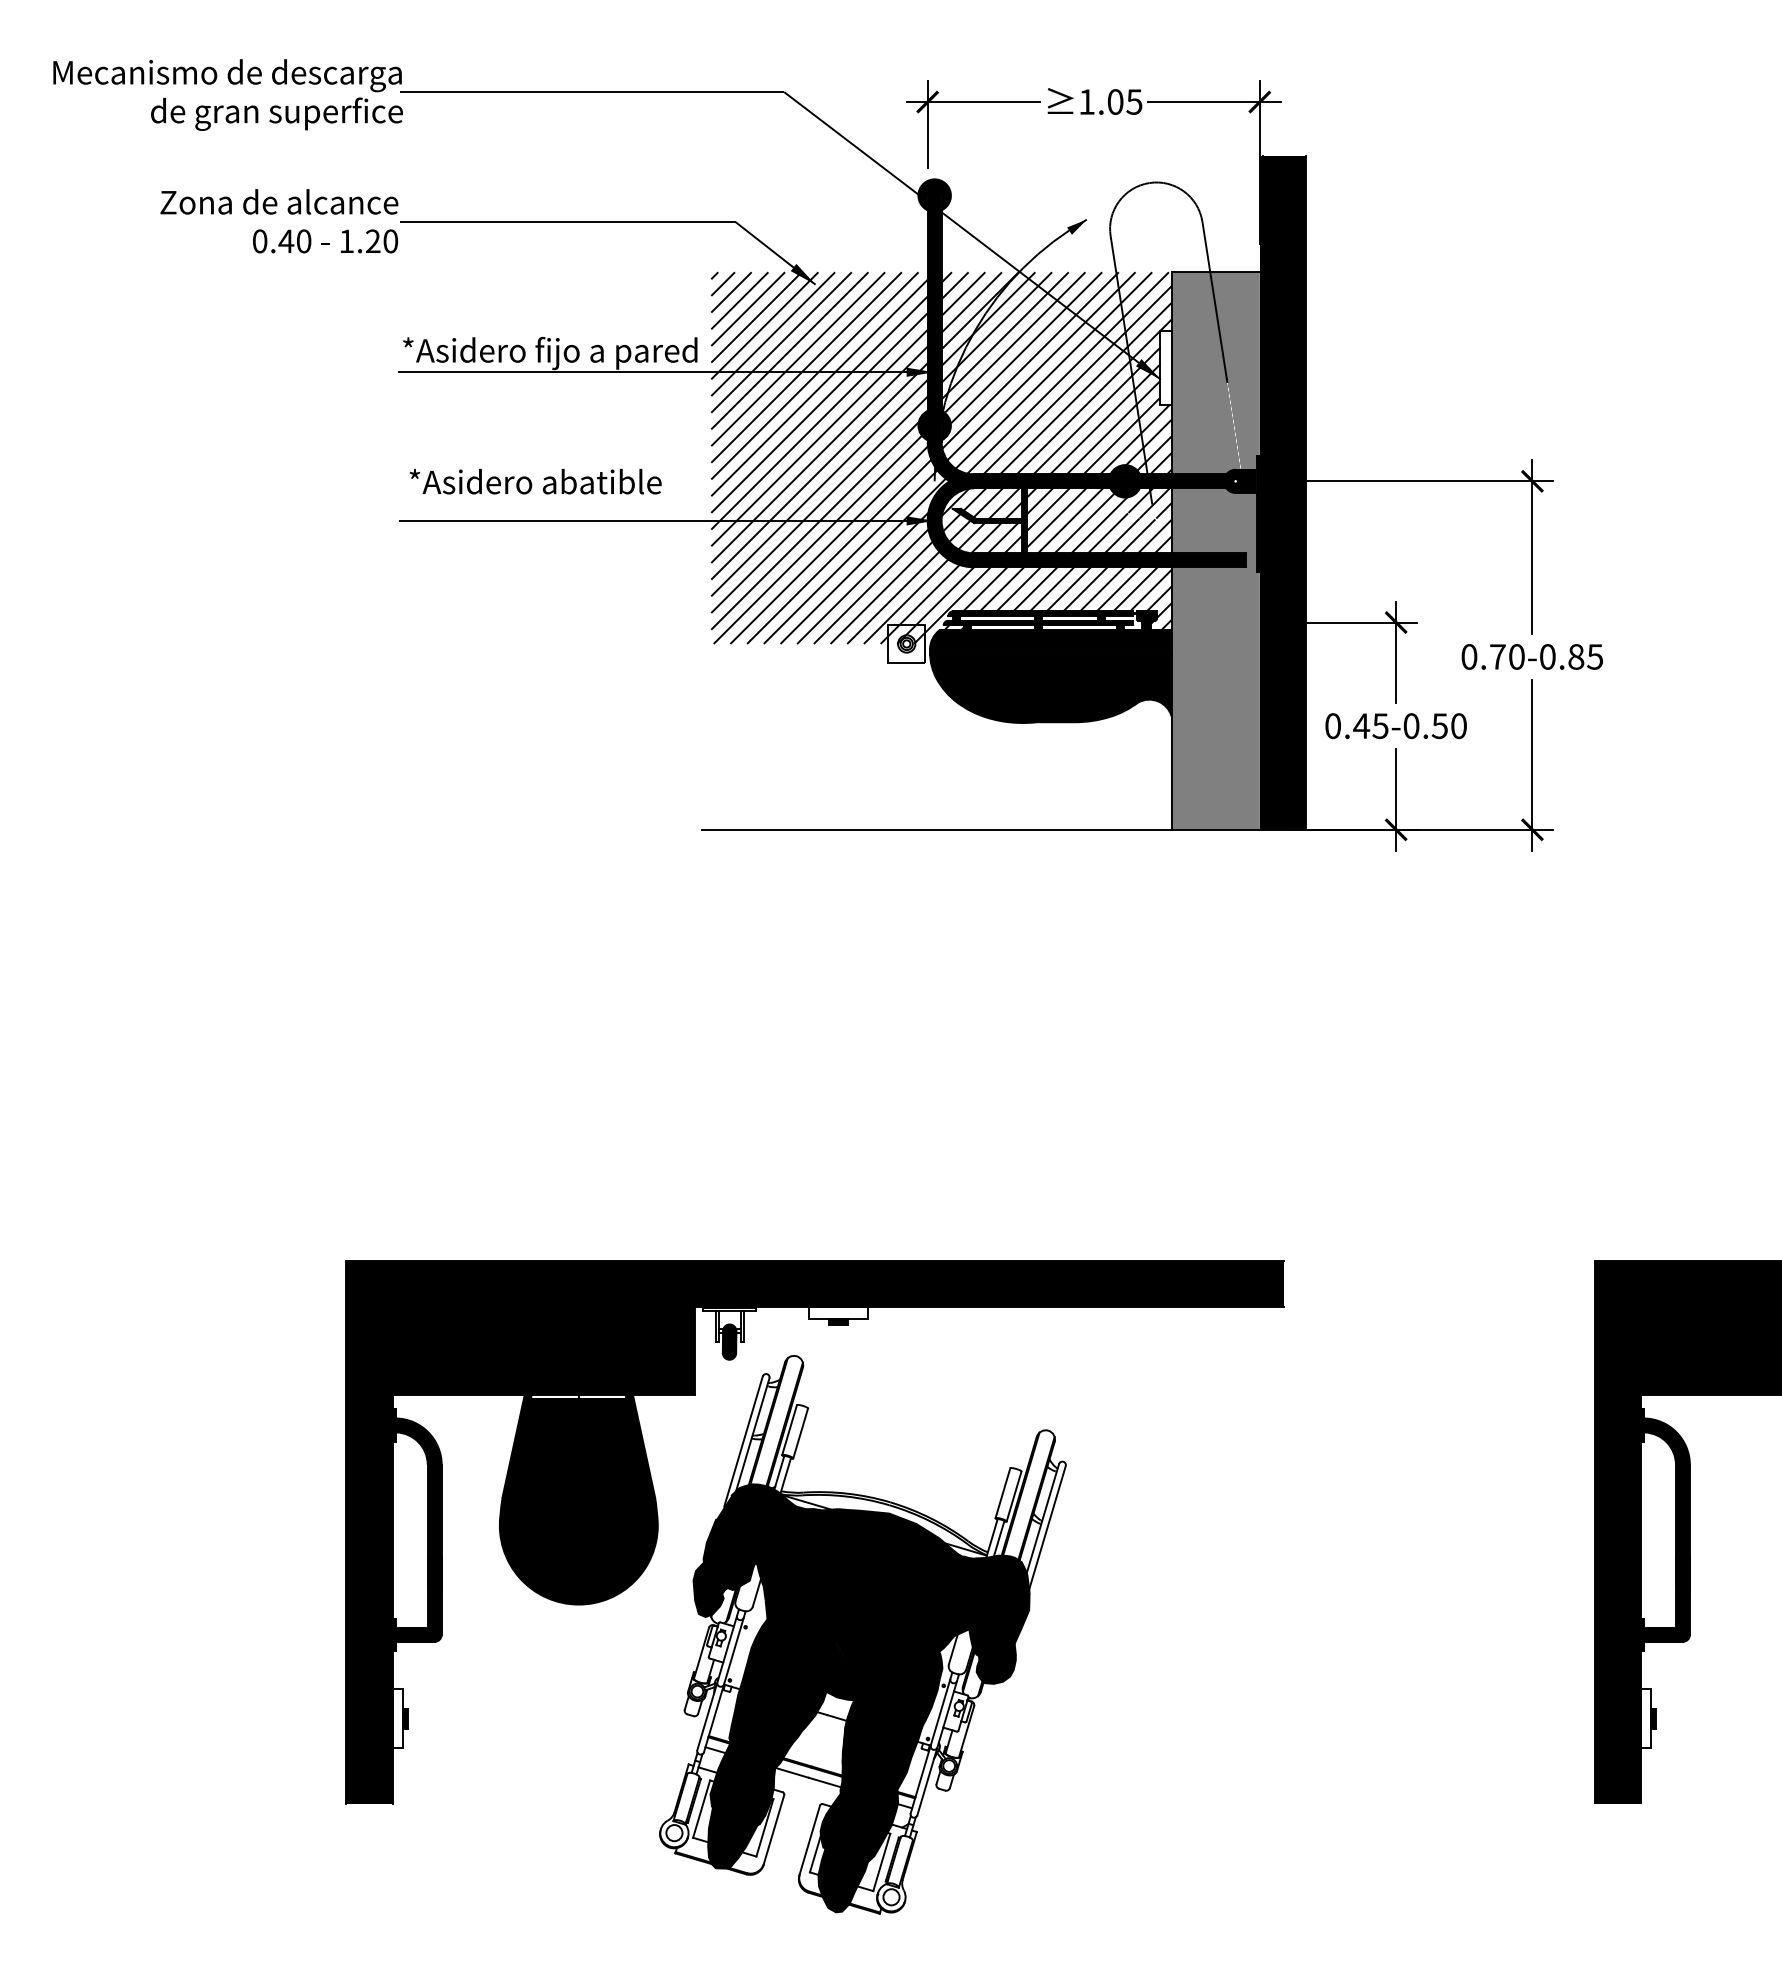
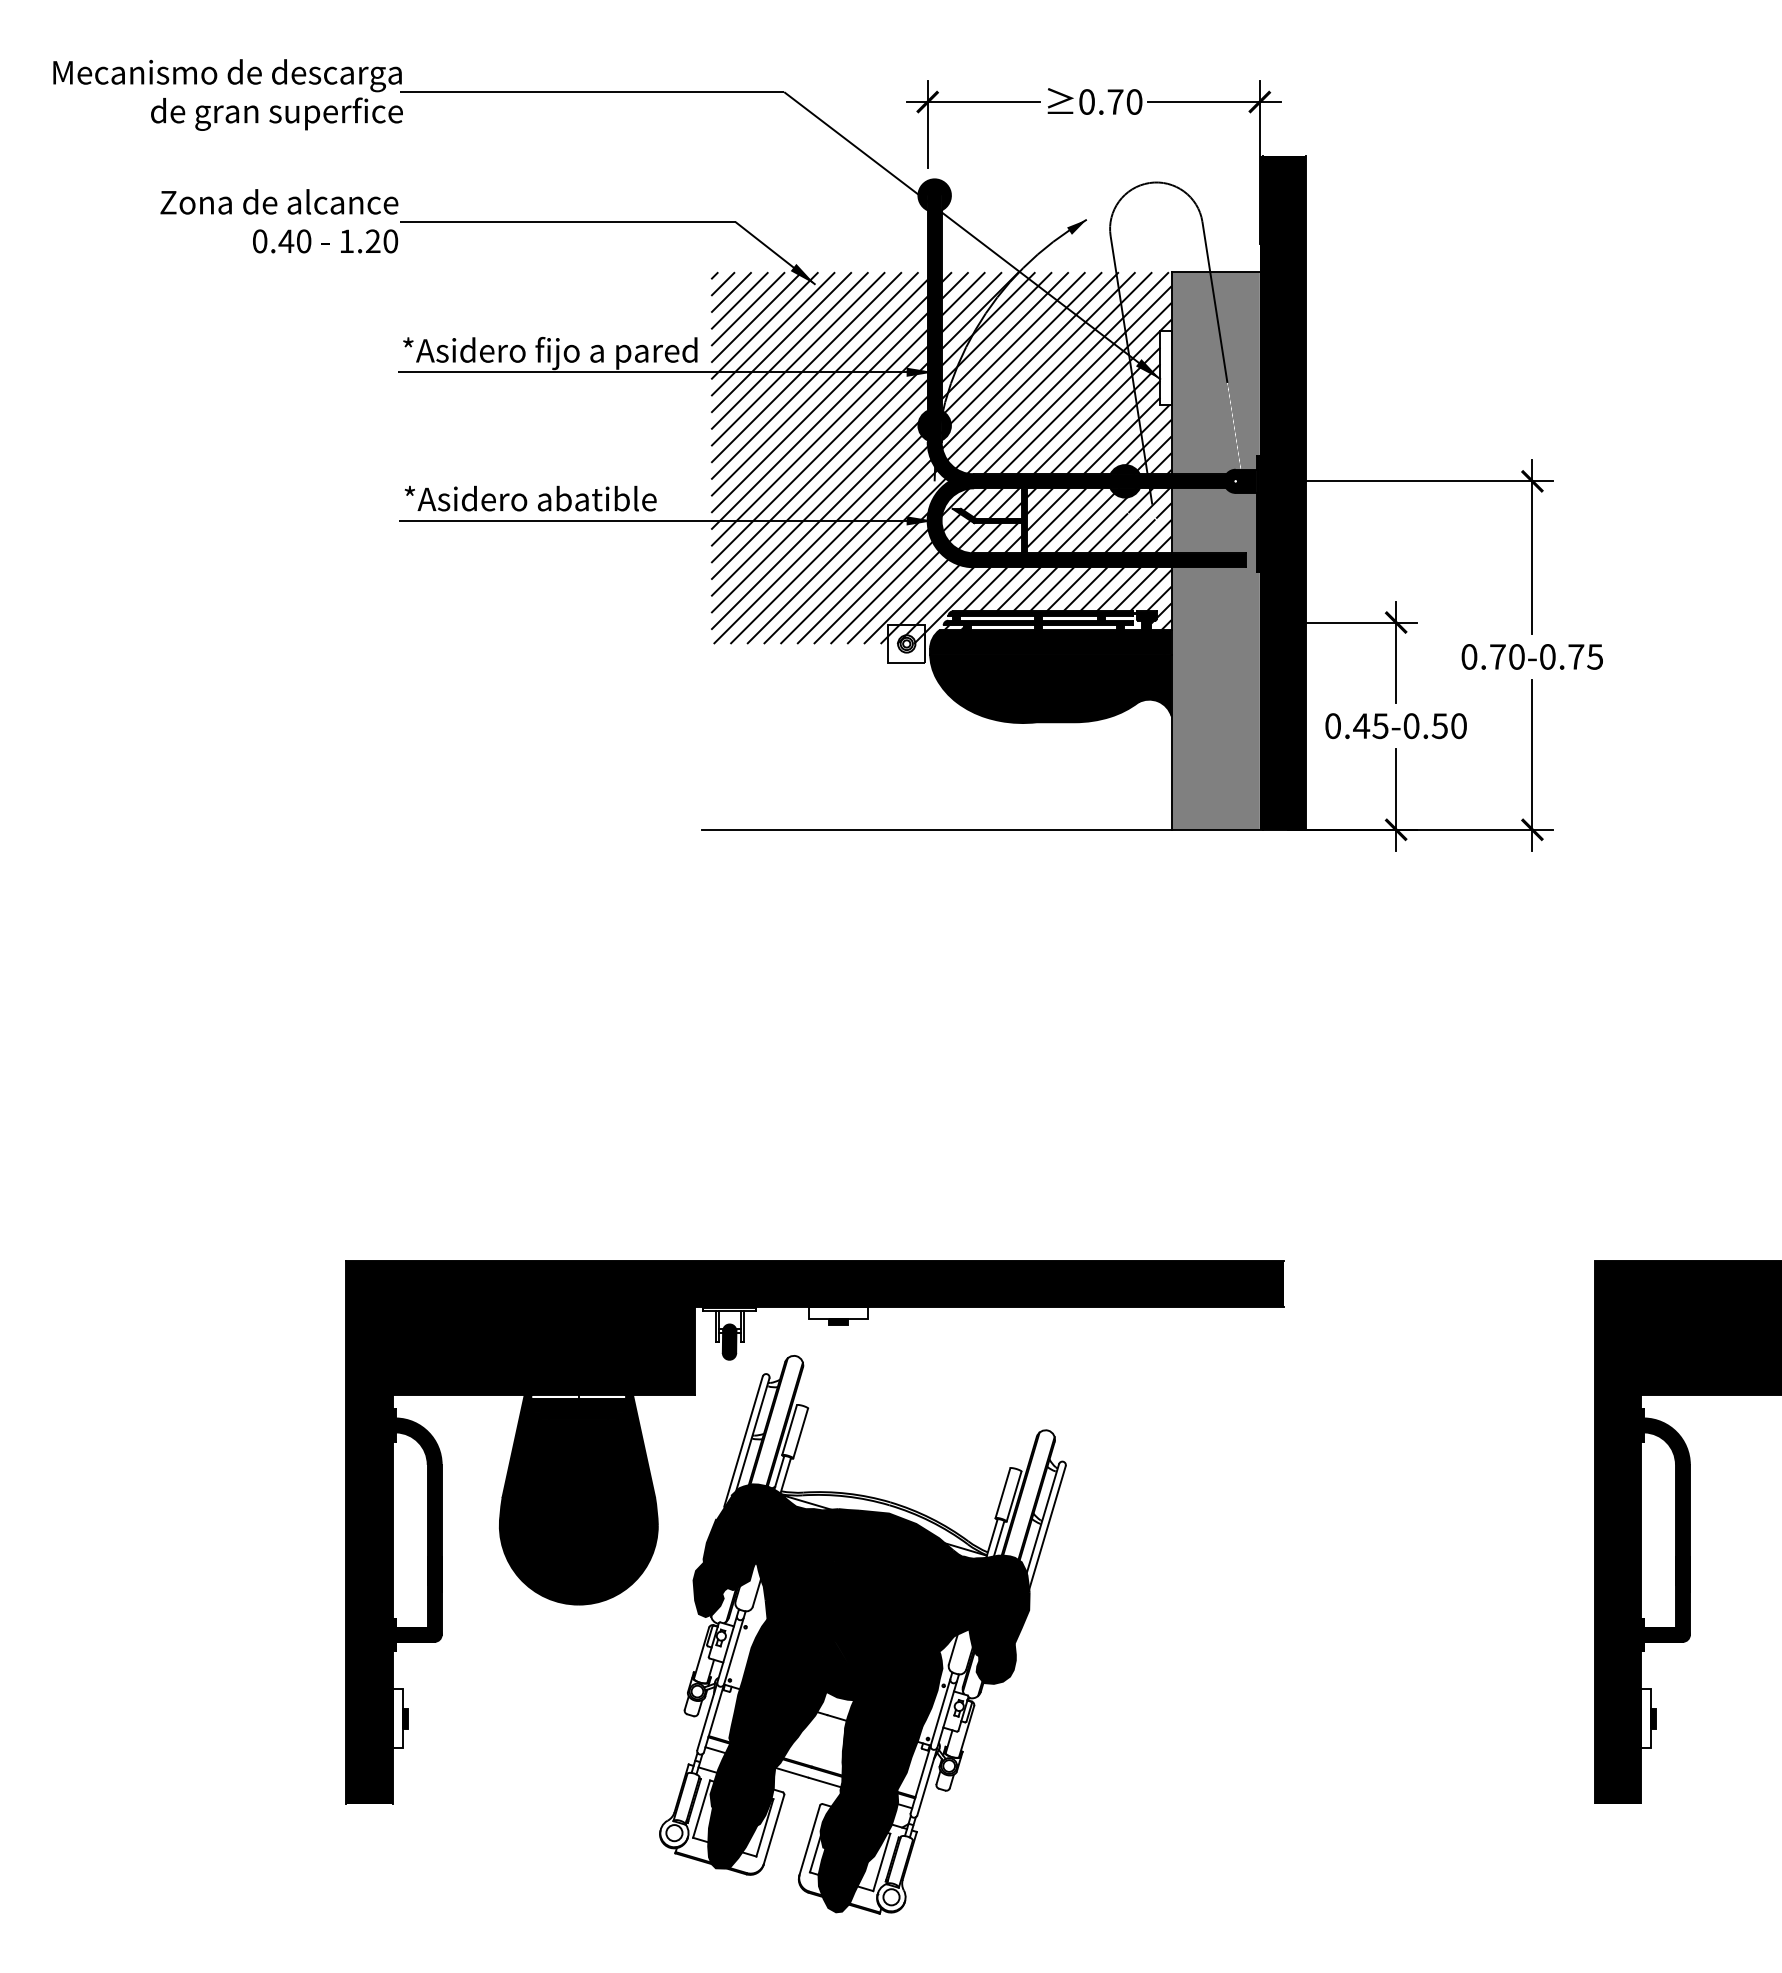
text at (1110, 101): 1.05 -> 0.70
text at (535, 481) position: (535, 481) -> (530, 498)
text at (1576, 656): 0.70-0.85 -> 0.70-0.75
